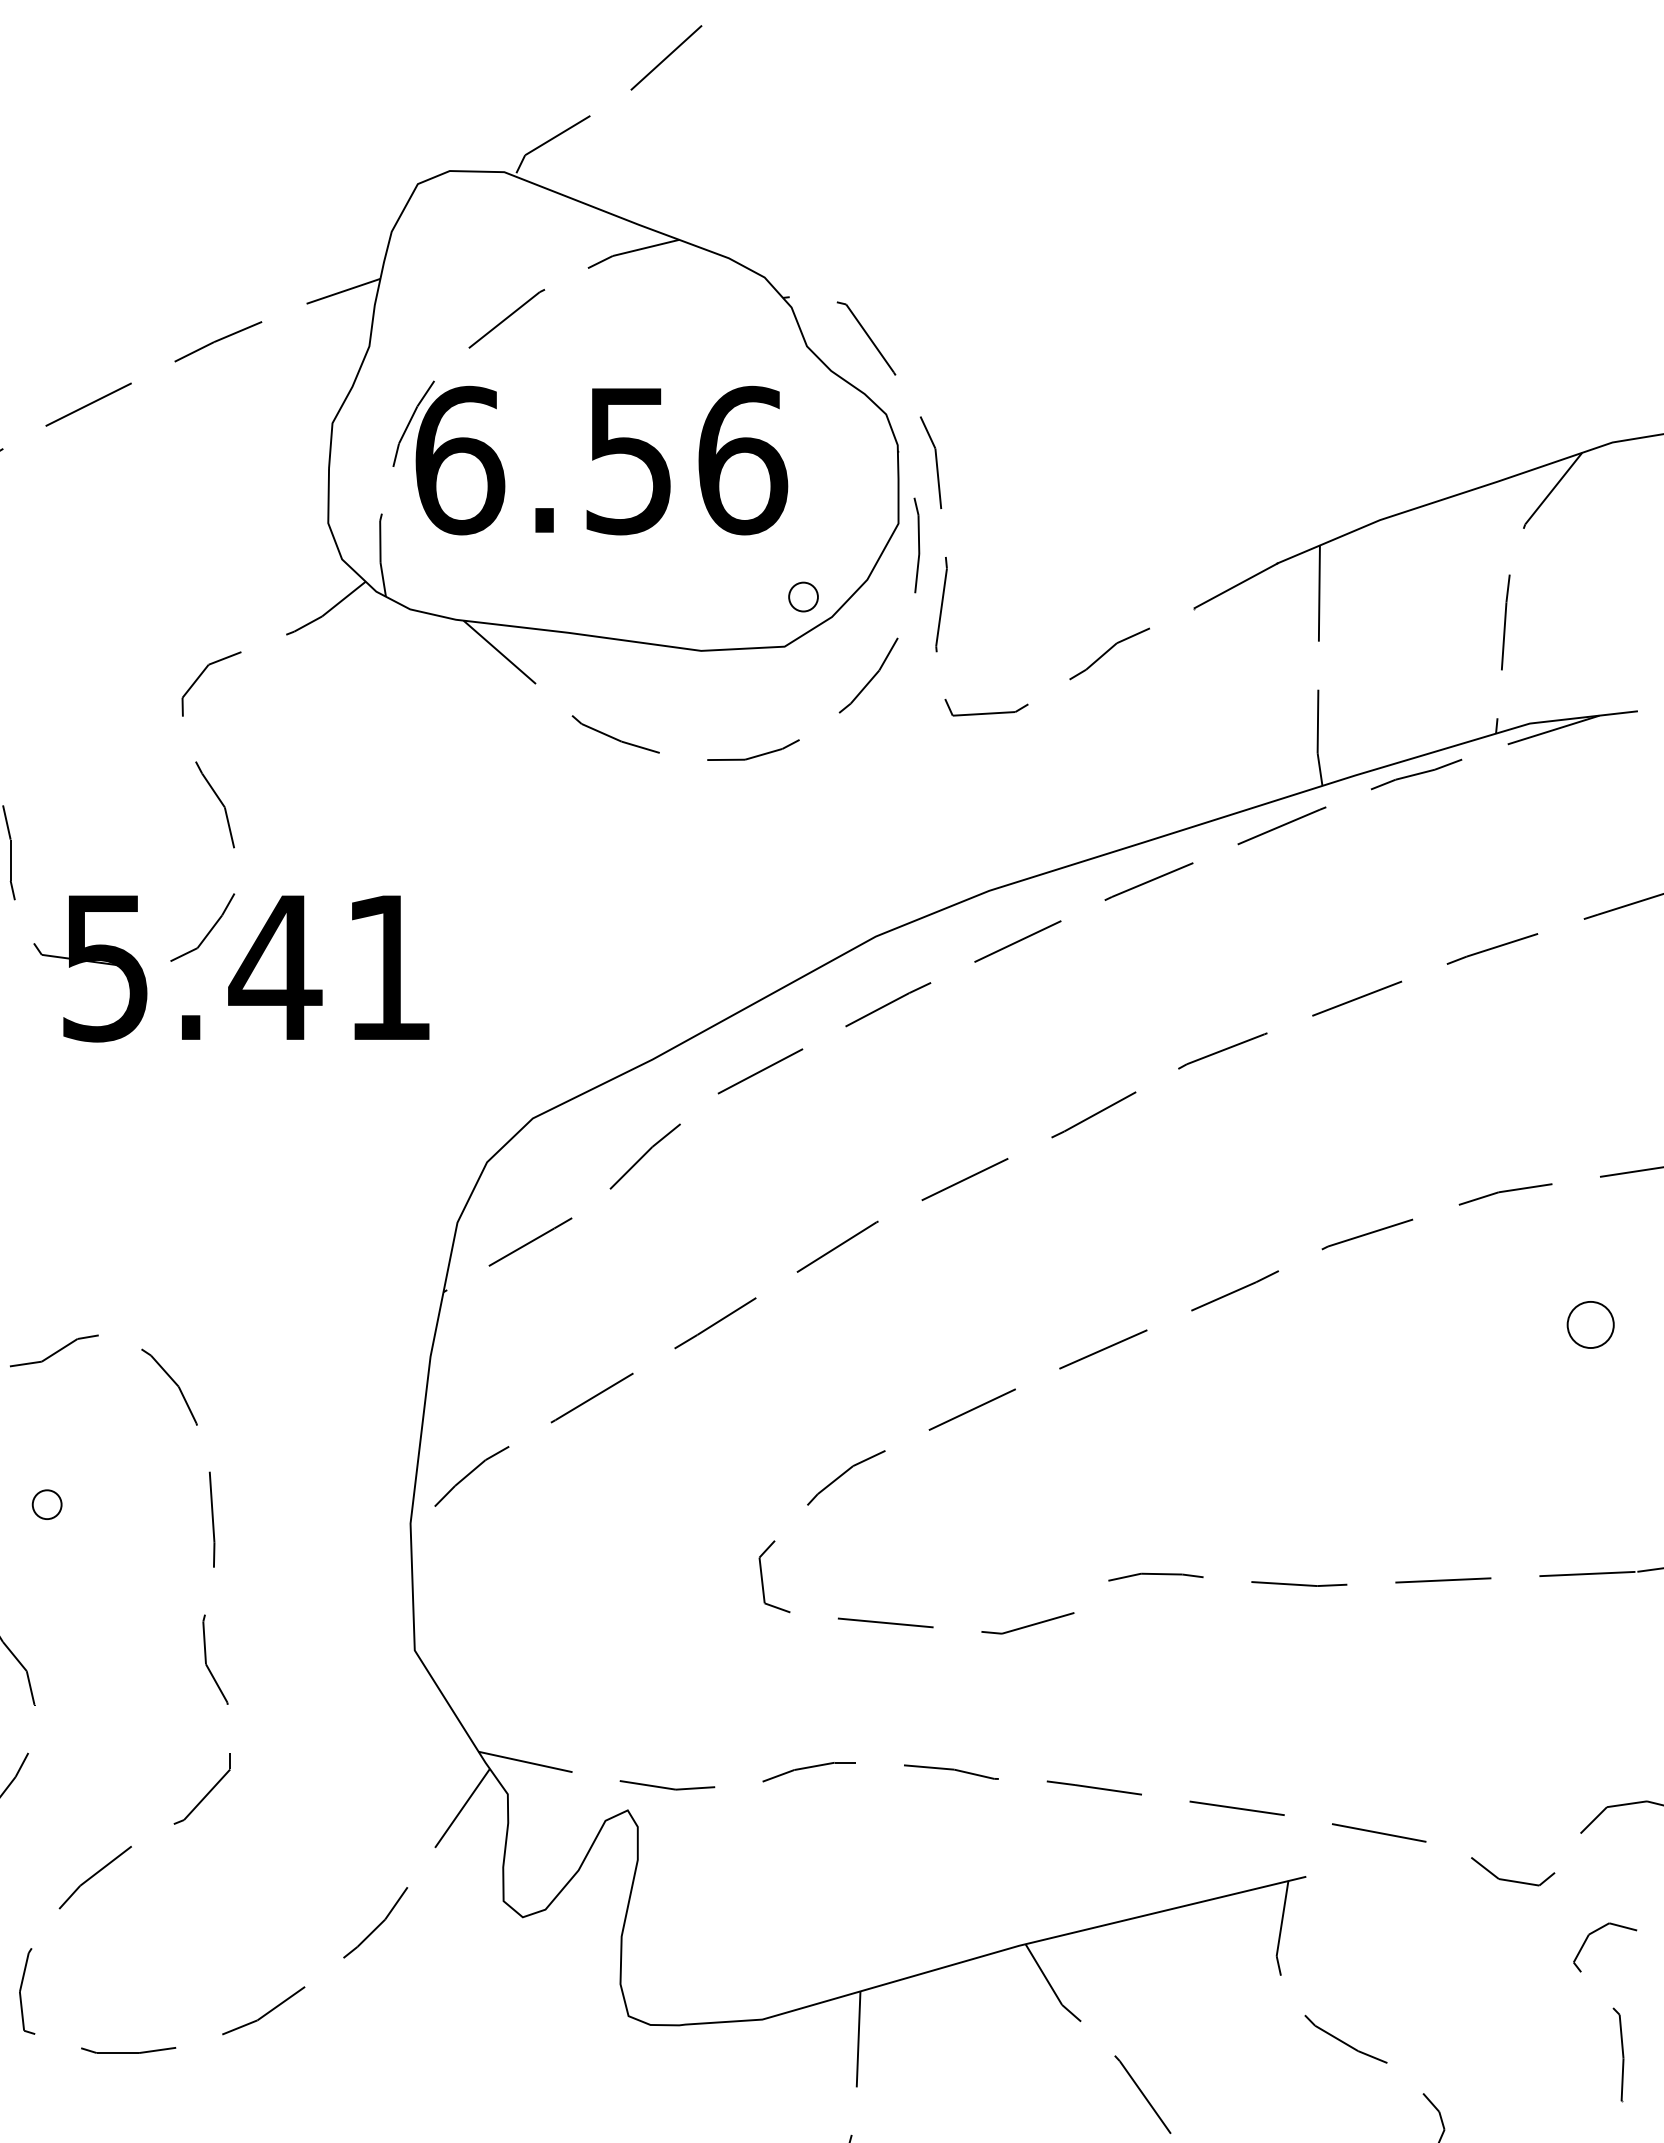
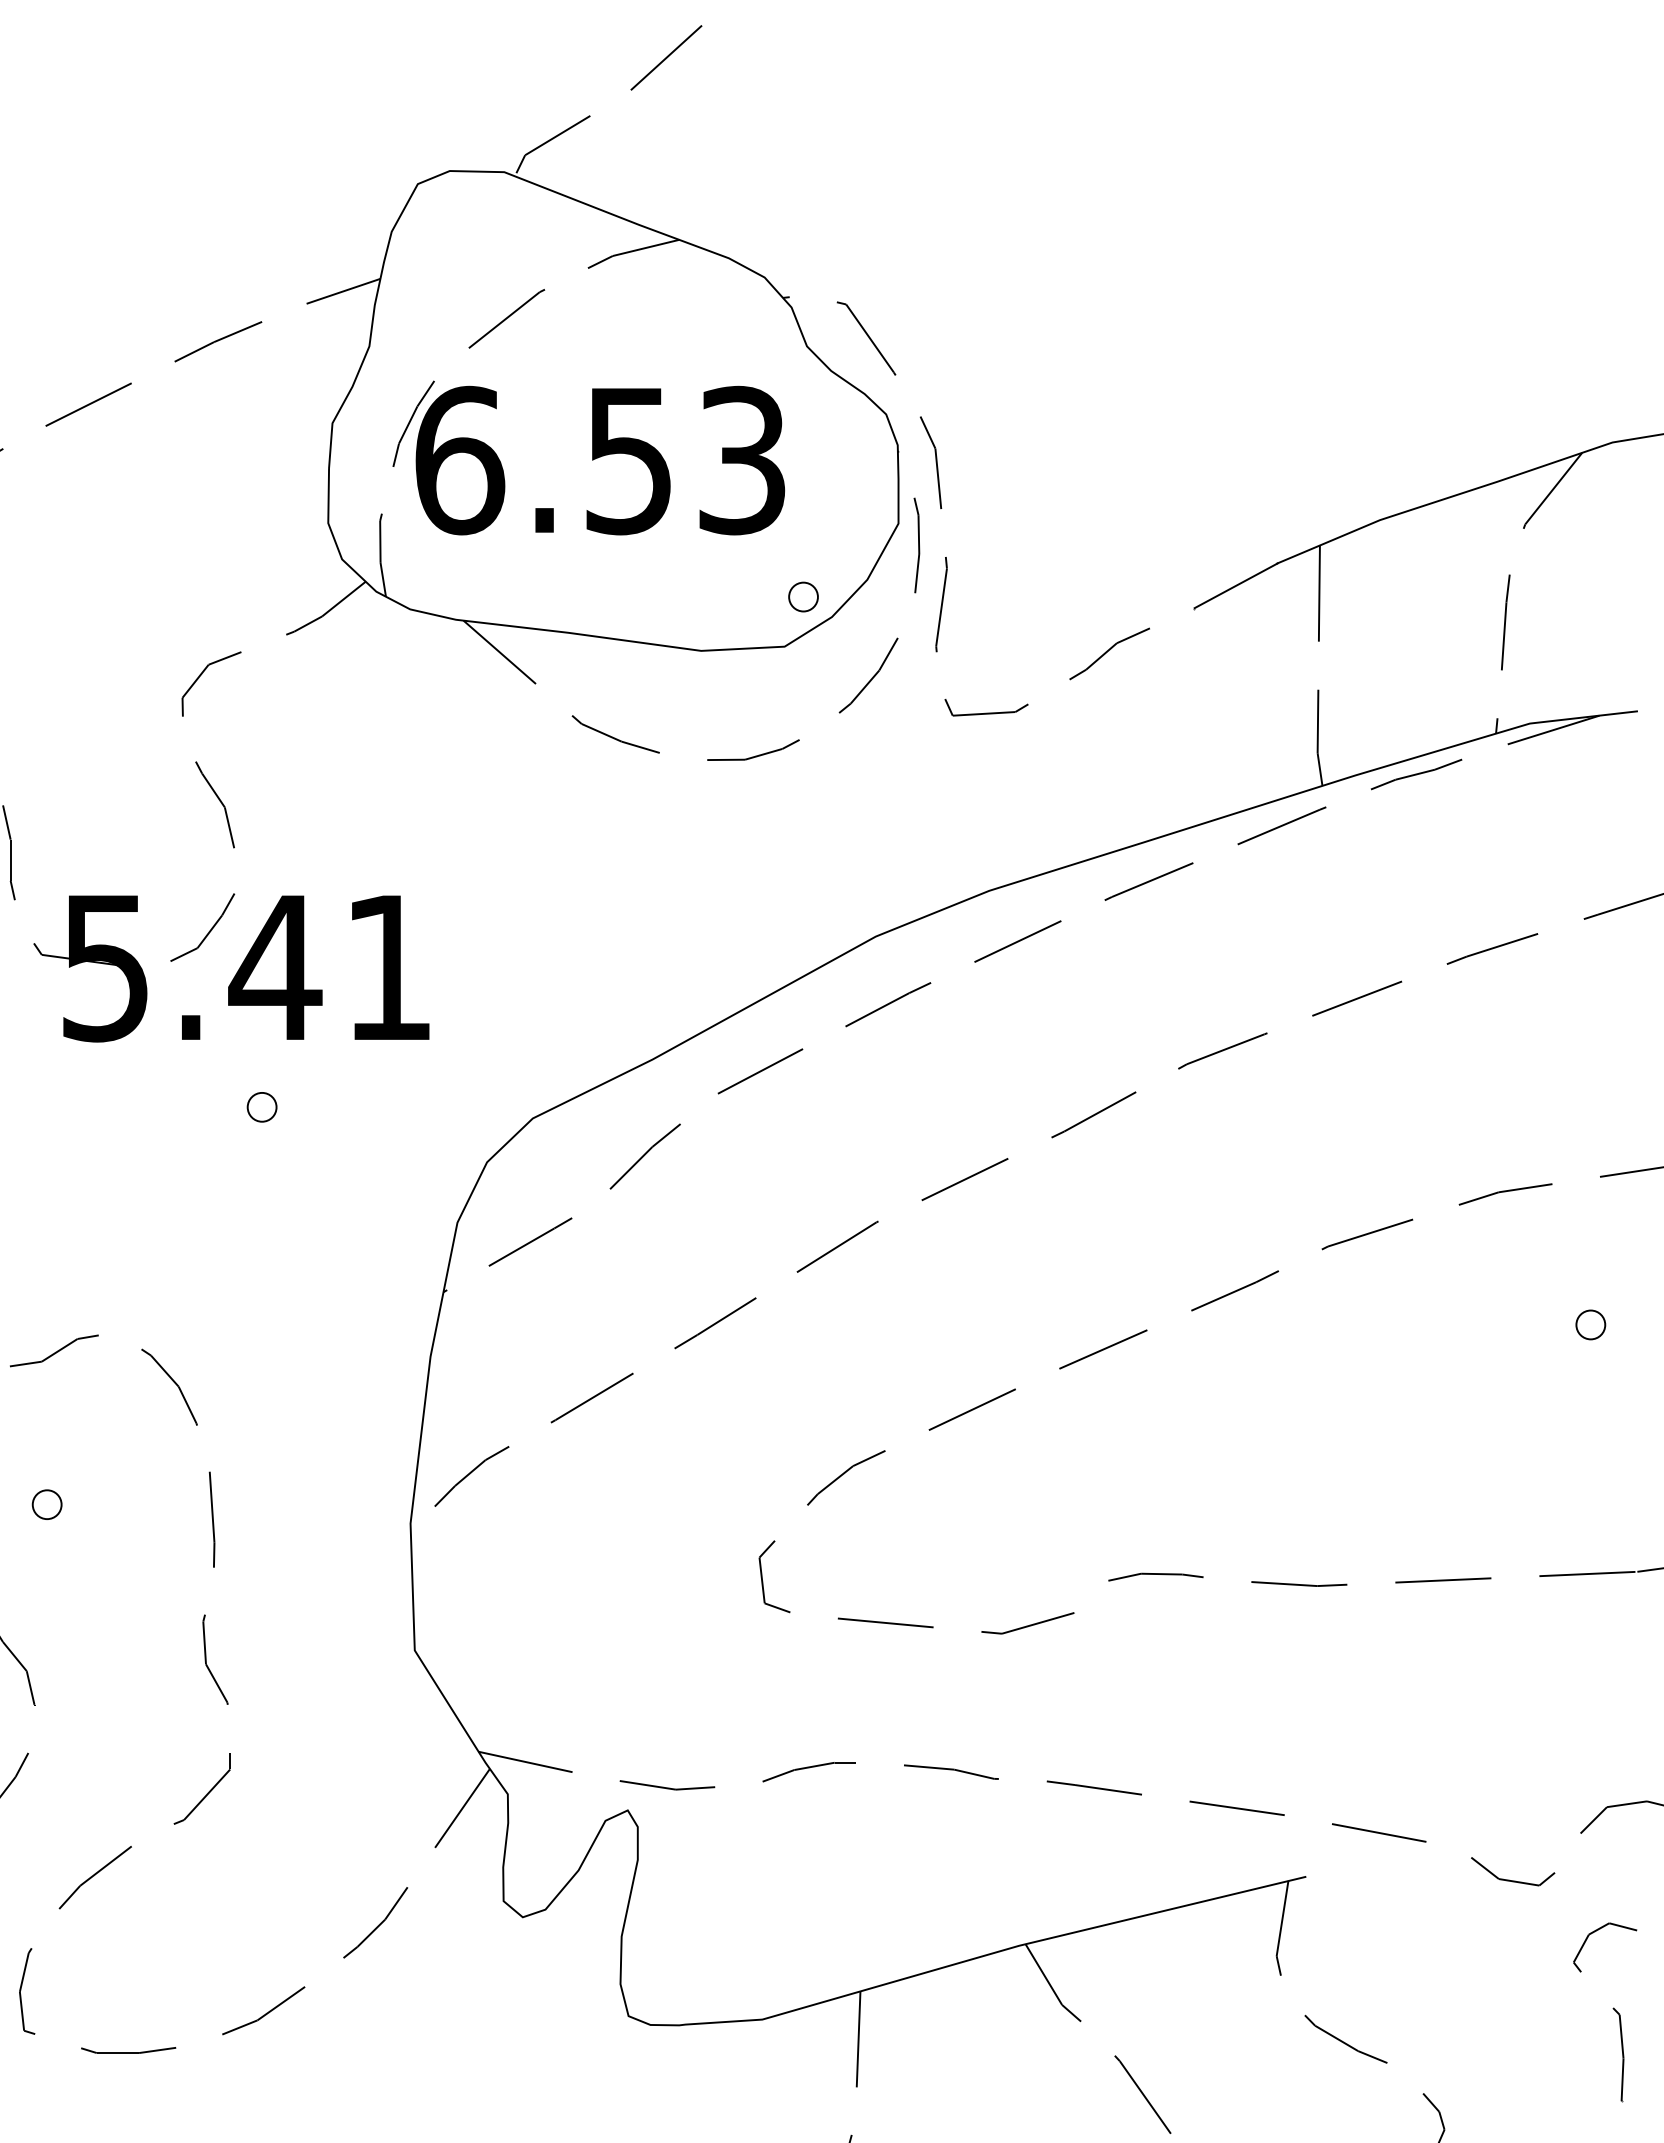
text at (743, 460): 6.56 -> 6.53
part at (261, 1107): none -> present
part at (1590, 1324) size: 49x48 px -> 32x32 px
